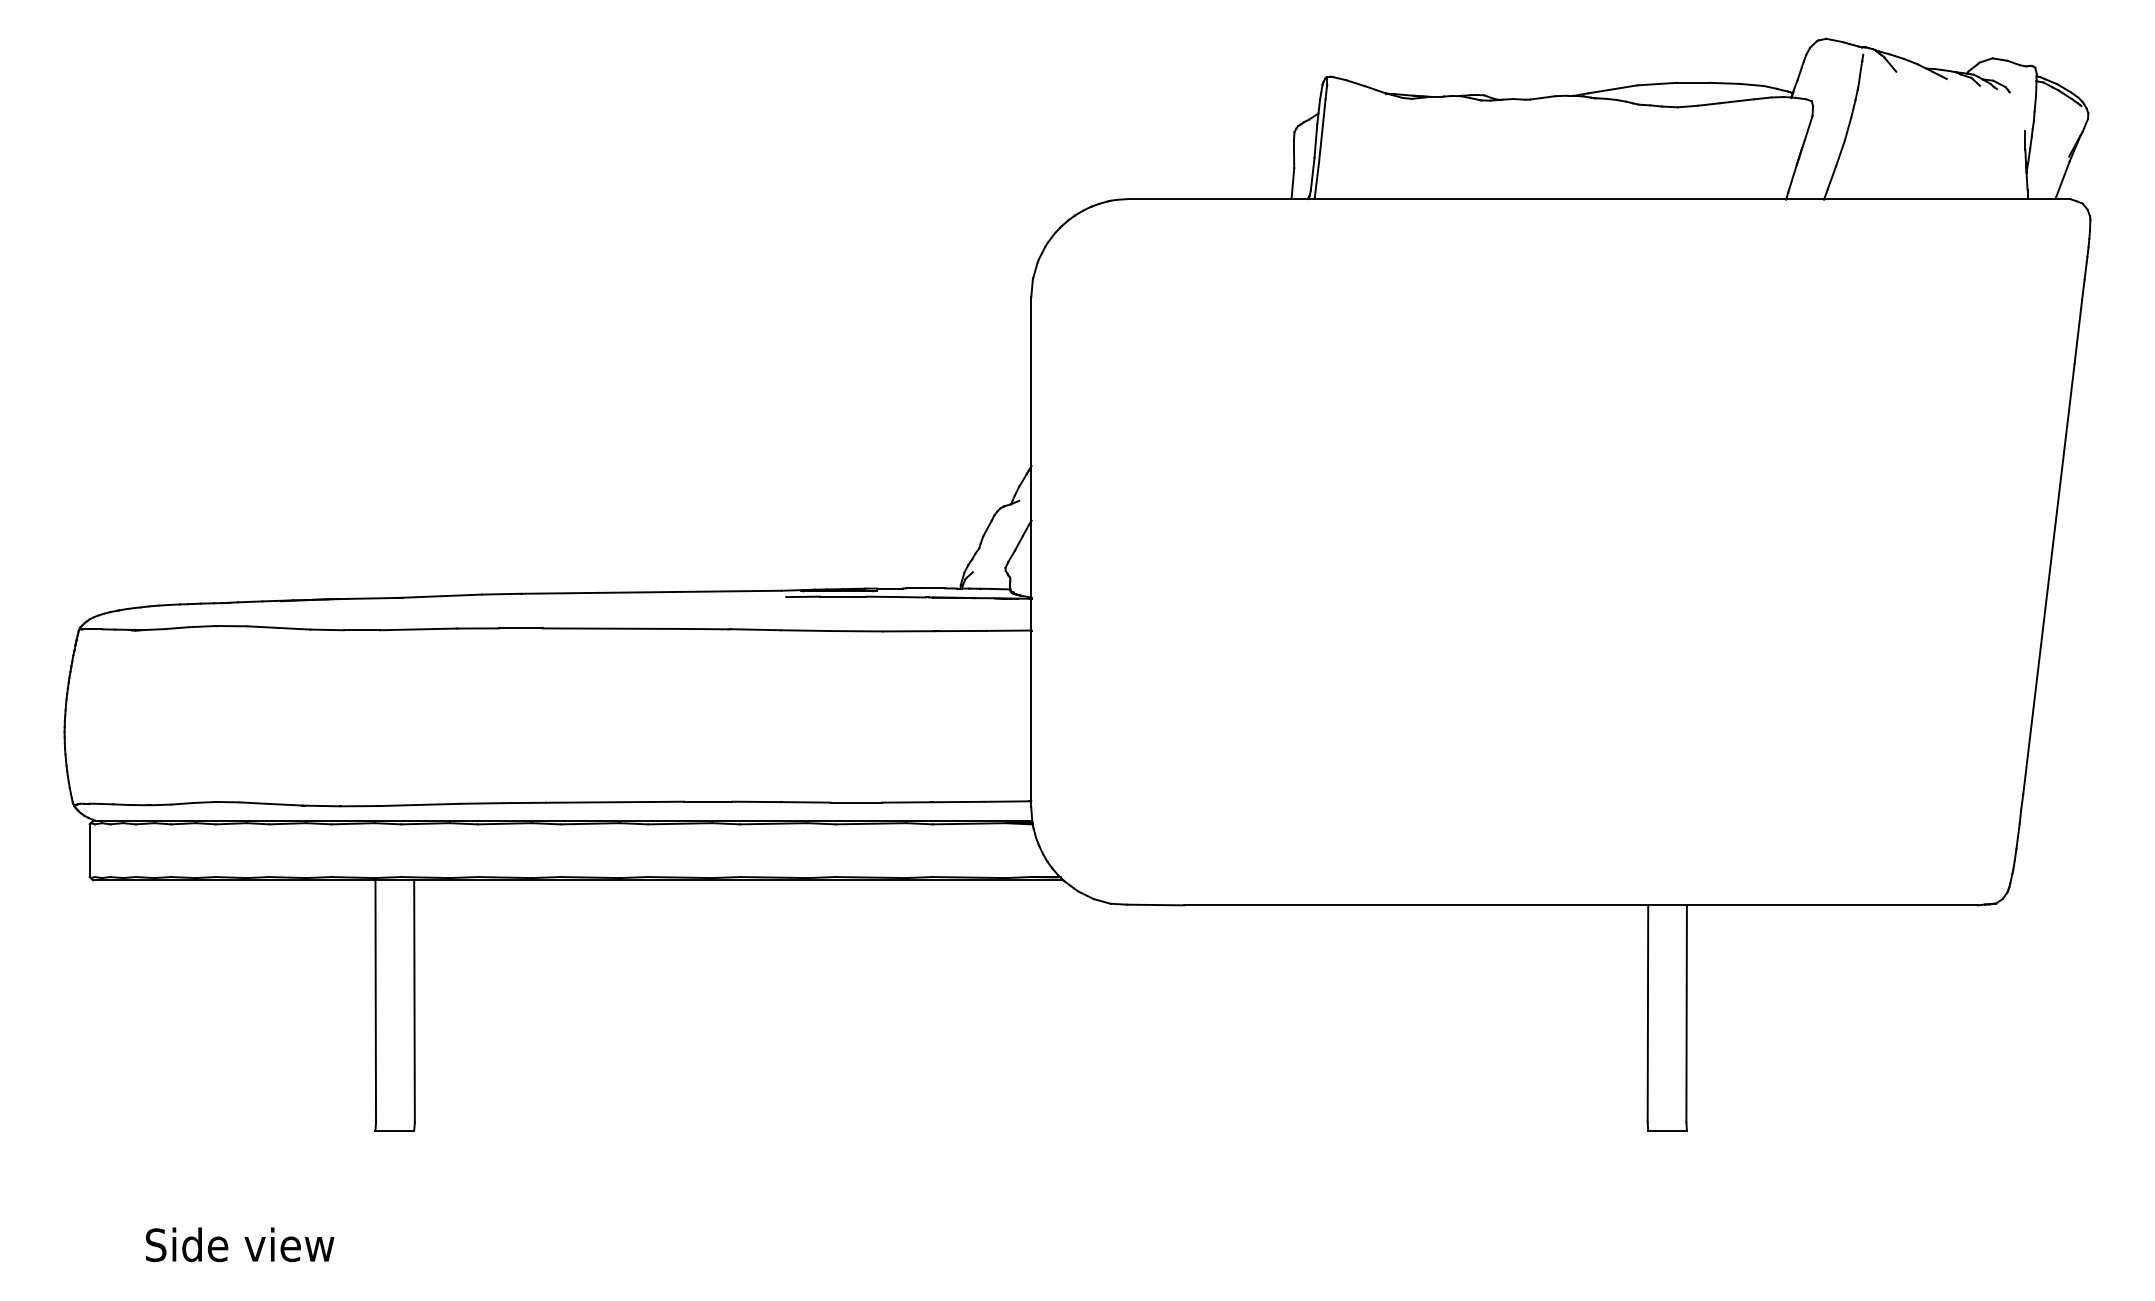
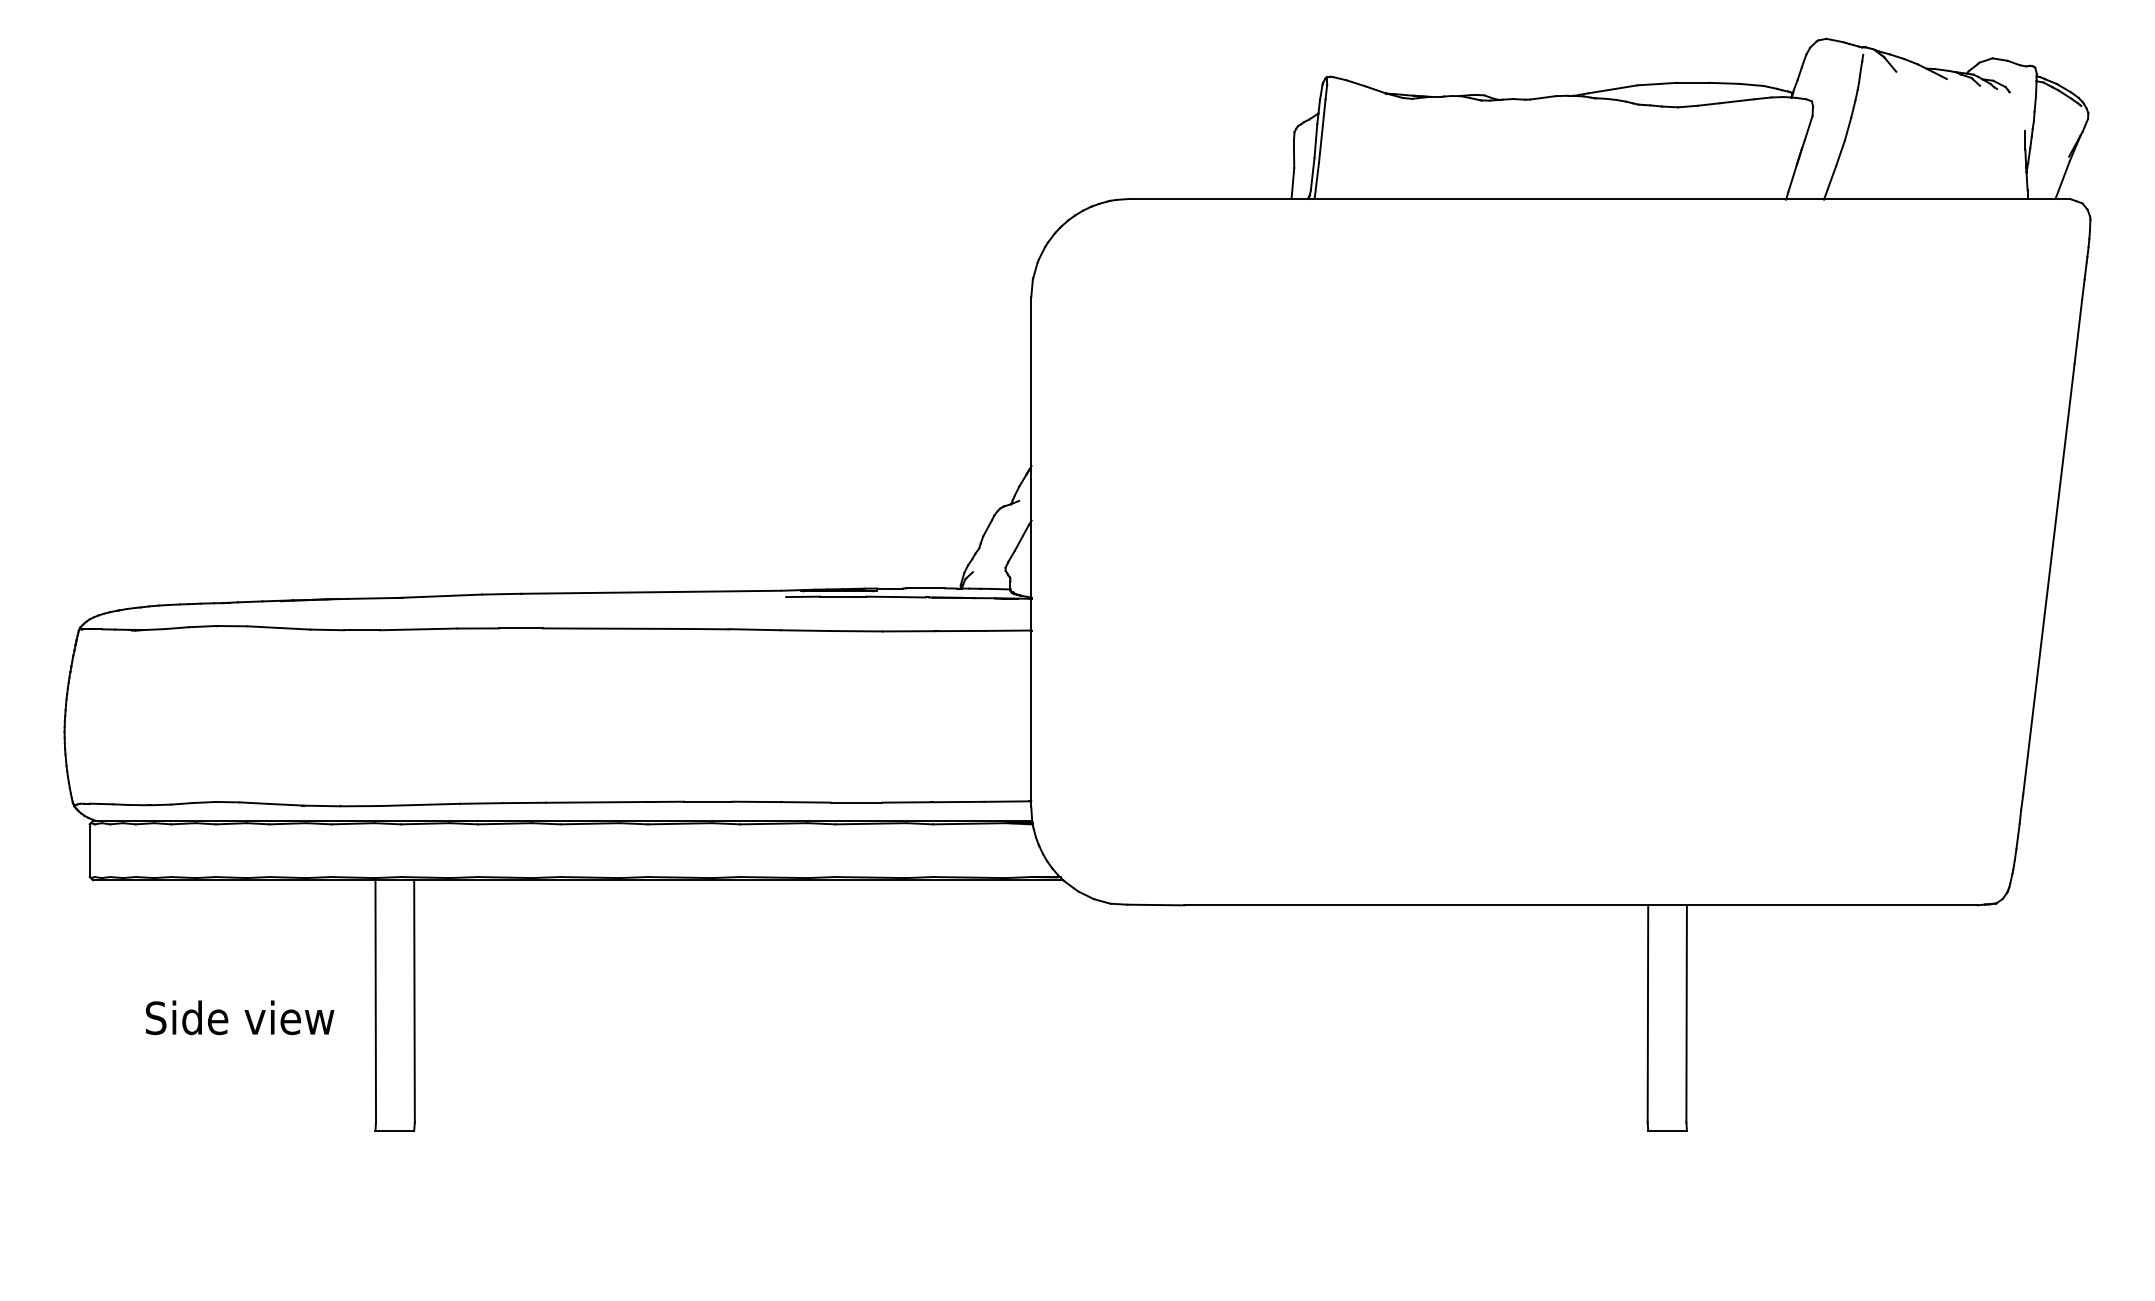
text at (240, 1244) position: (240, 1244) -> (240, 1017)
